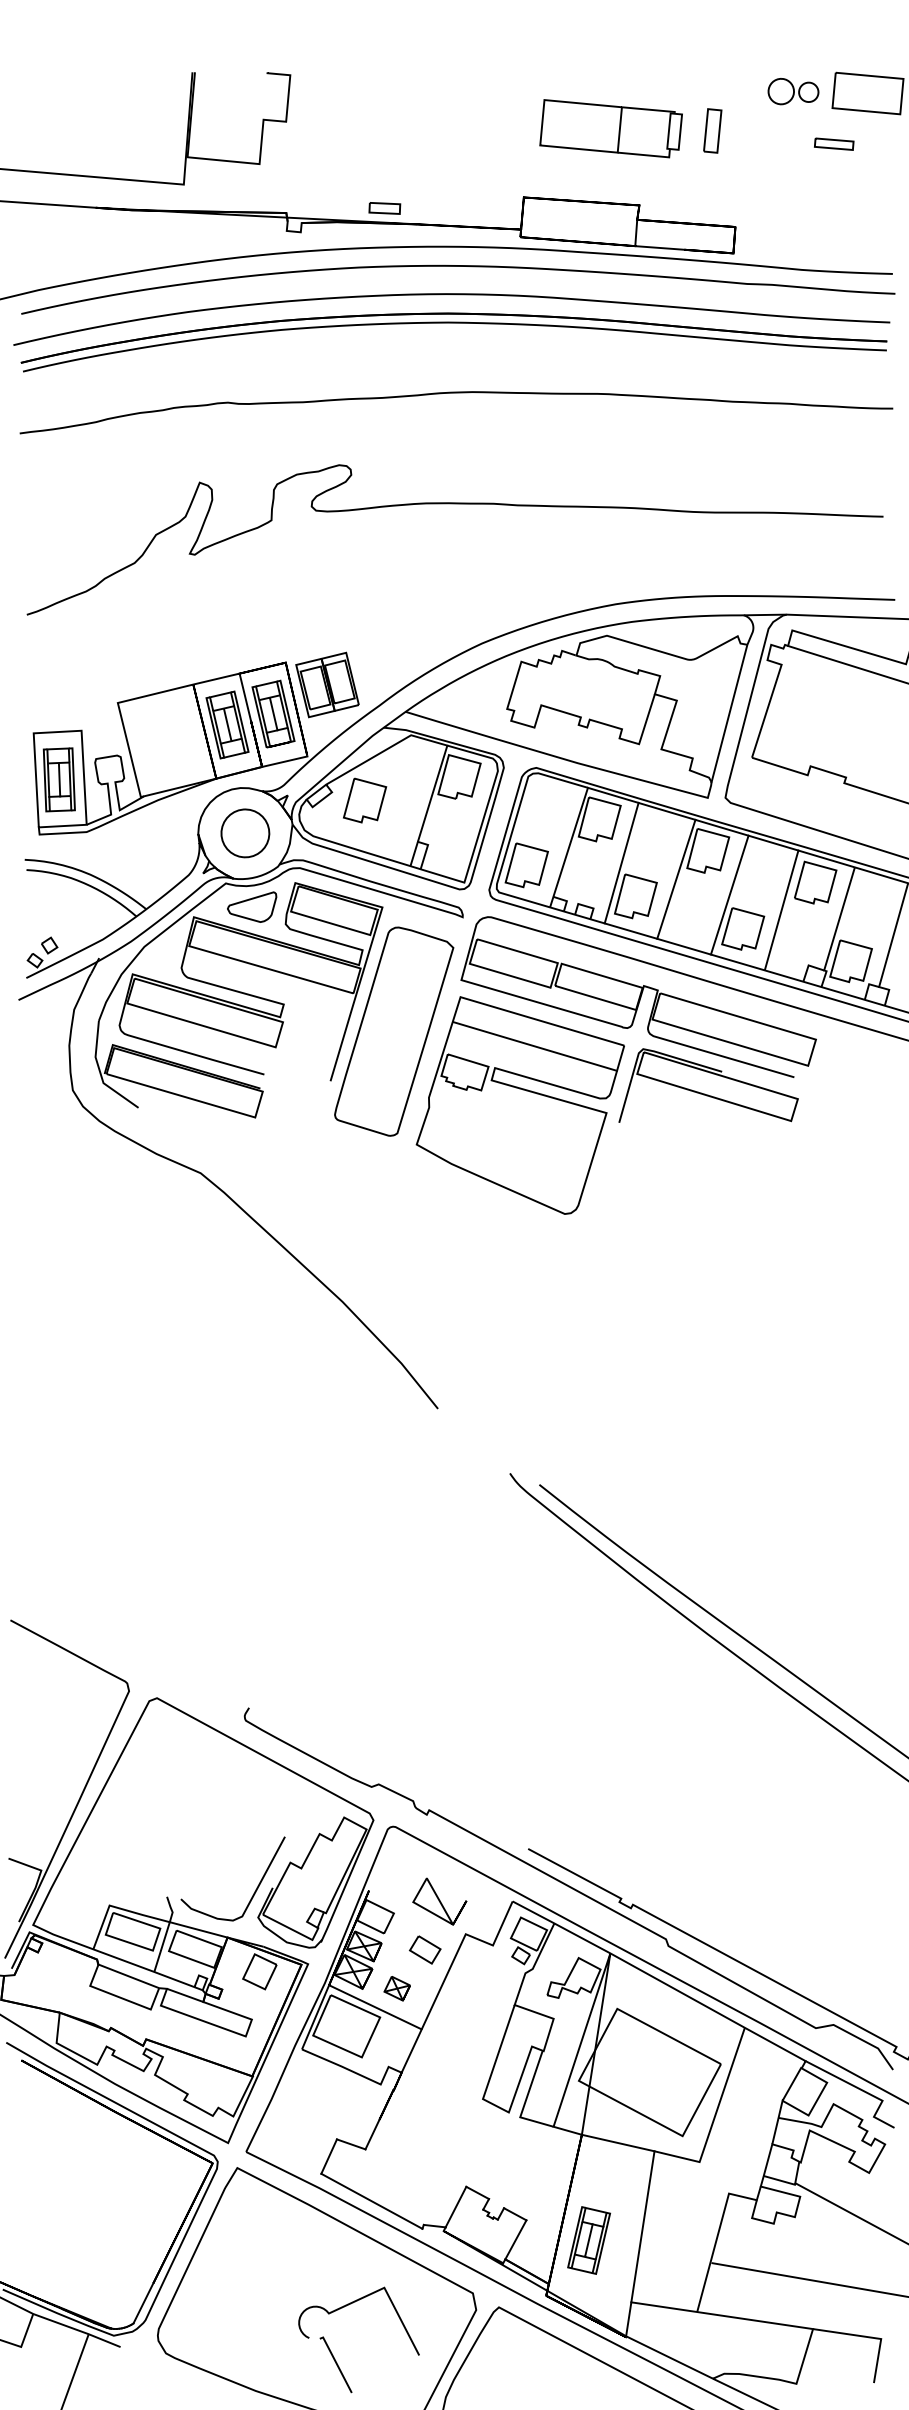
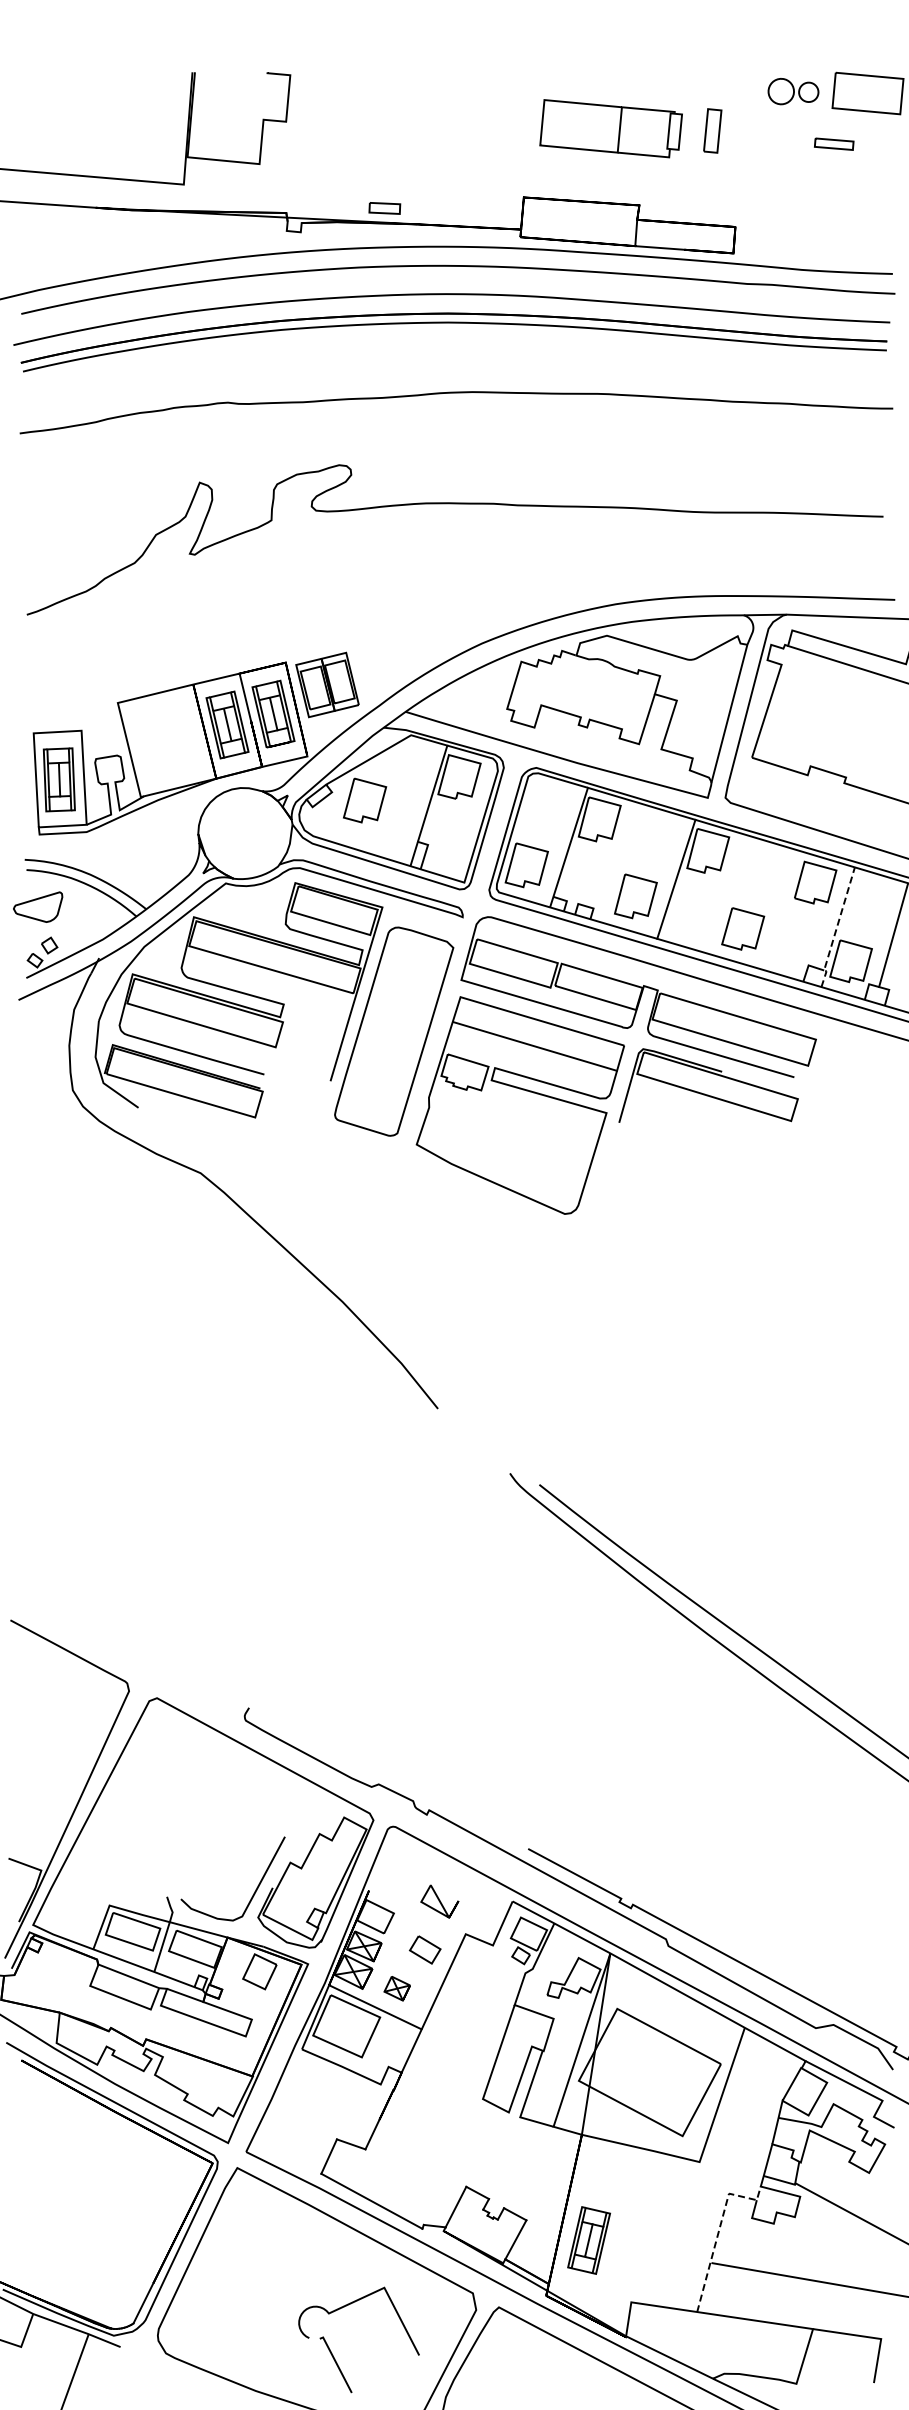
part at (245, 833): present -> none
line at (621, 862): present -> none
line at (729, 894): present -> none
part at (252, 906) position: (252, 906) -> (38, 906)
line at (781, 909): present -> none
line at (836, 929): solid -> dashed
part at (439, 1901) size: 56x49 px -> 40x35 px
line at (642, 2226): present -> none
line at (719, 2230): solid -> dashed
